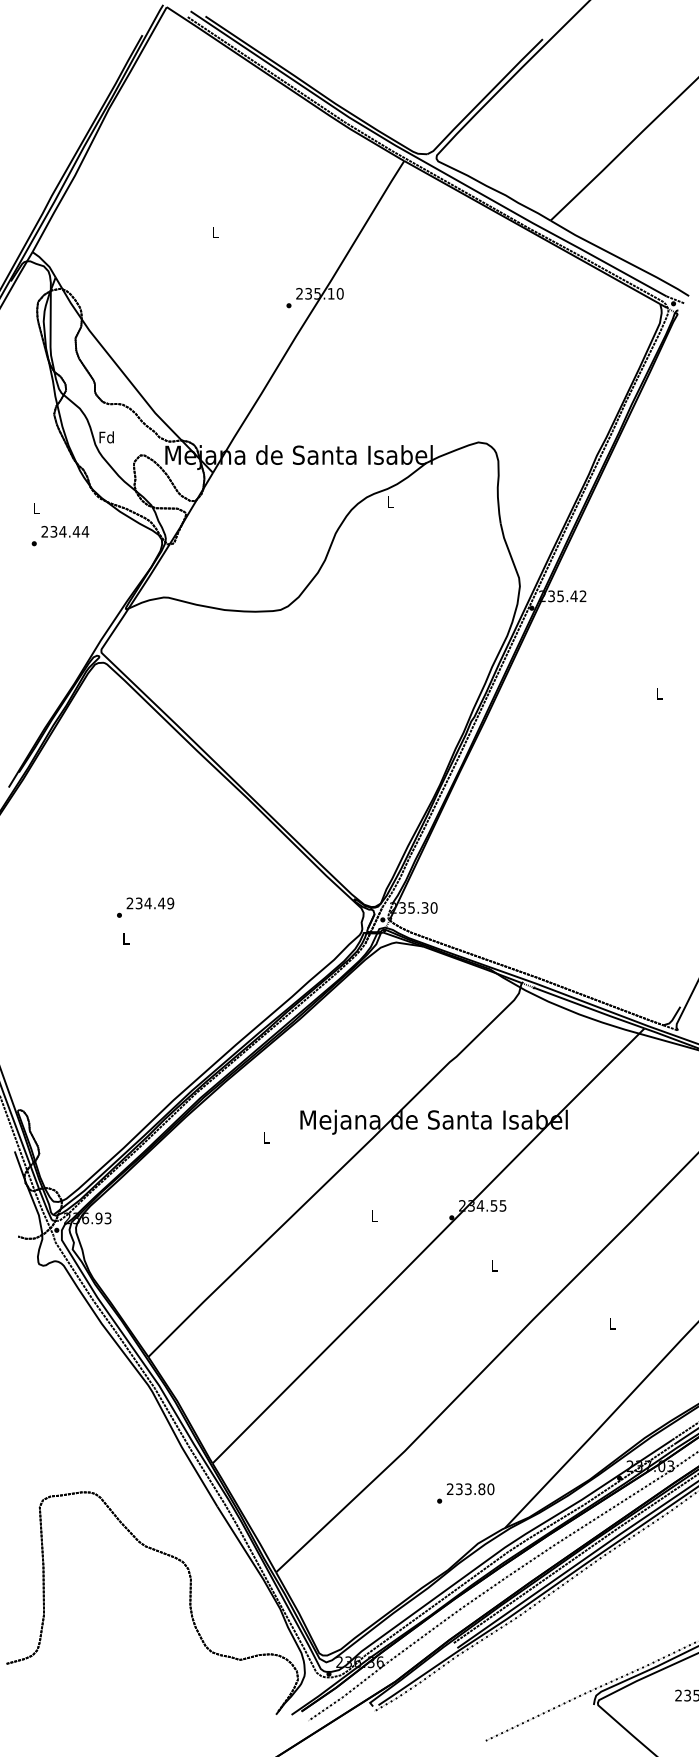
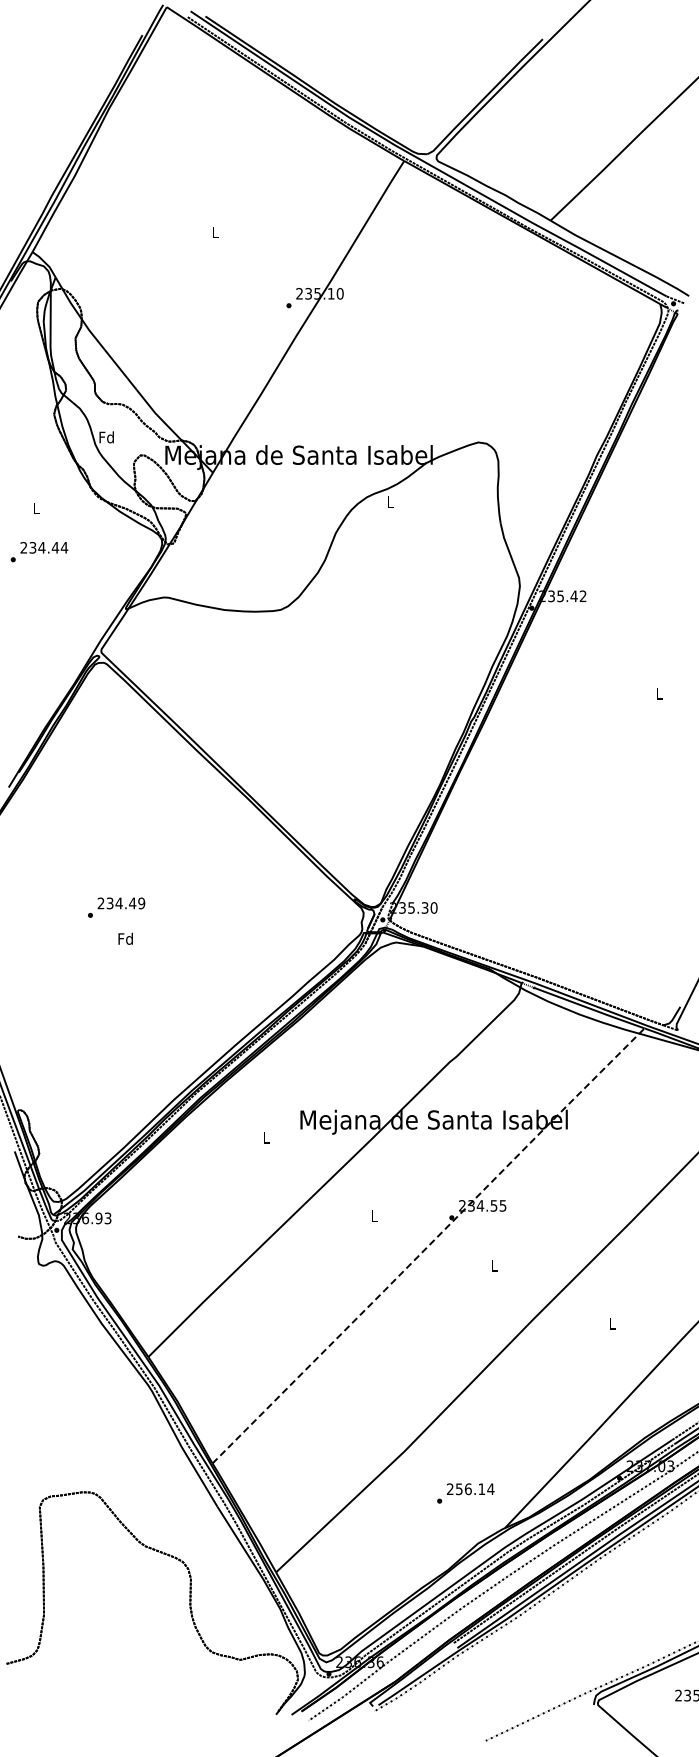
text at (60, 536) position: (60, 536) -> (39, 552)
text at (145, 907) position: (145, 907) -> (116, 907)
text at (125, 938): L -> Fd
line at (428, 1245): solid -> dashed
text at (475, 1489): 233.80 -> 256.14
